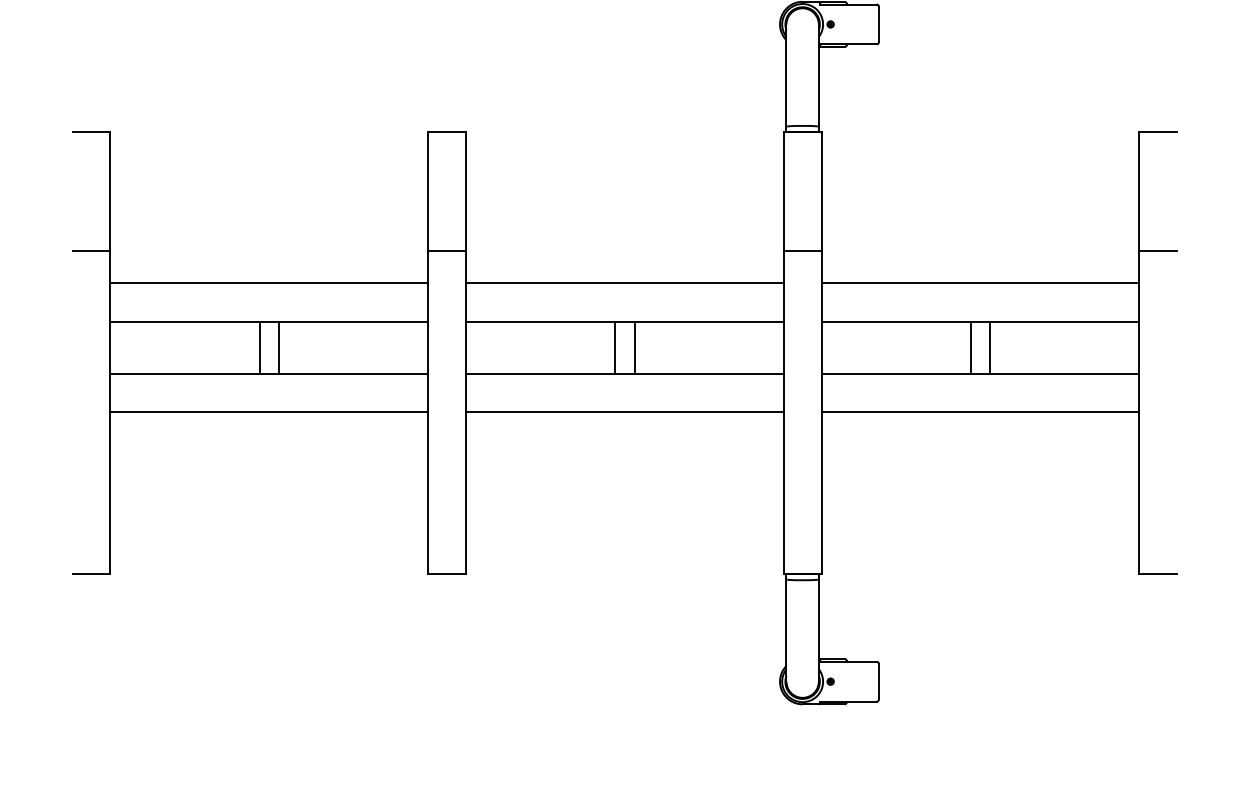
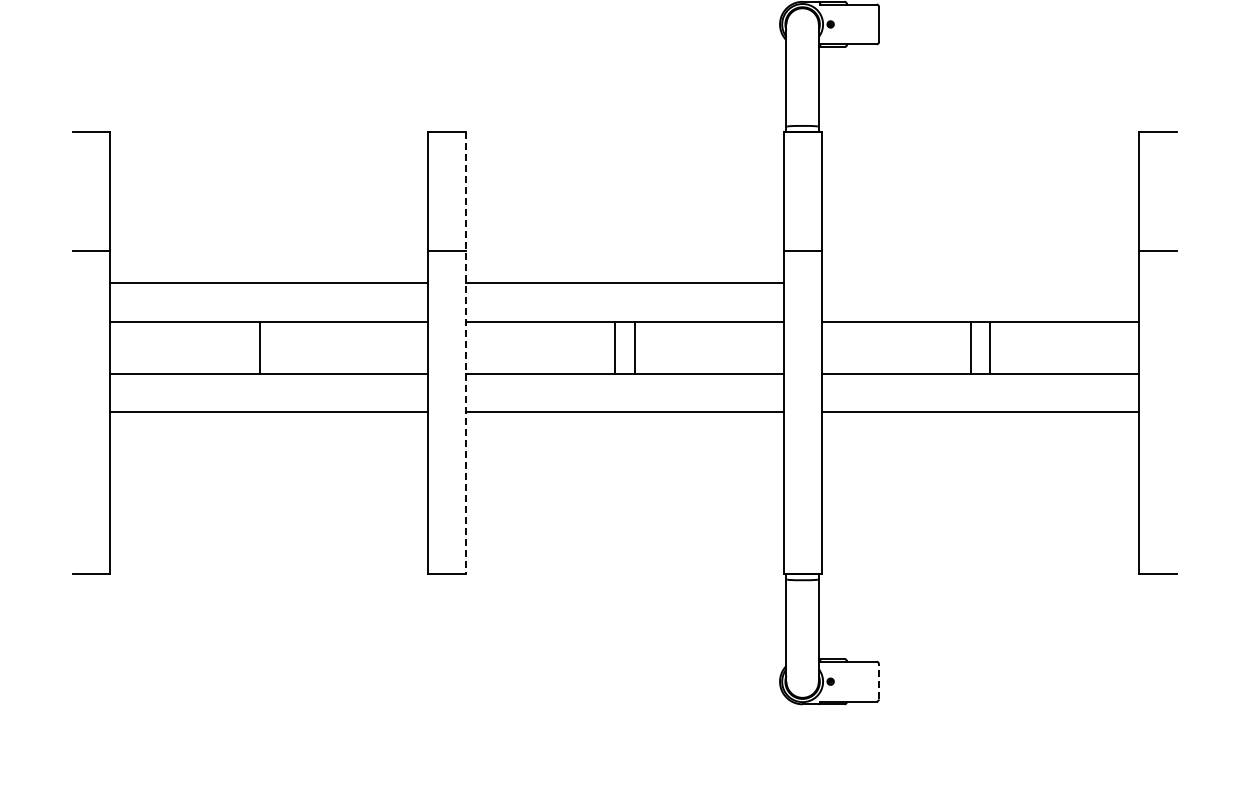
line at (980, 283): present -> none
line at (279, 347): present -> none
line at (465, 353): solid -> dashed
line at (878, 681): solid -> dashed
